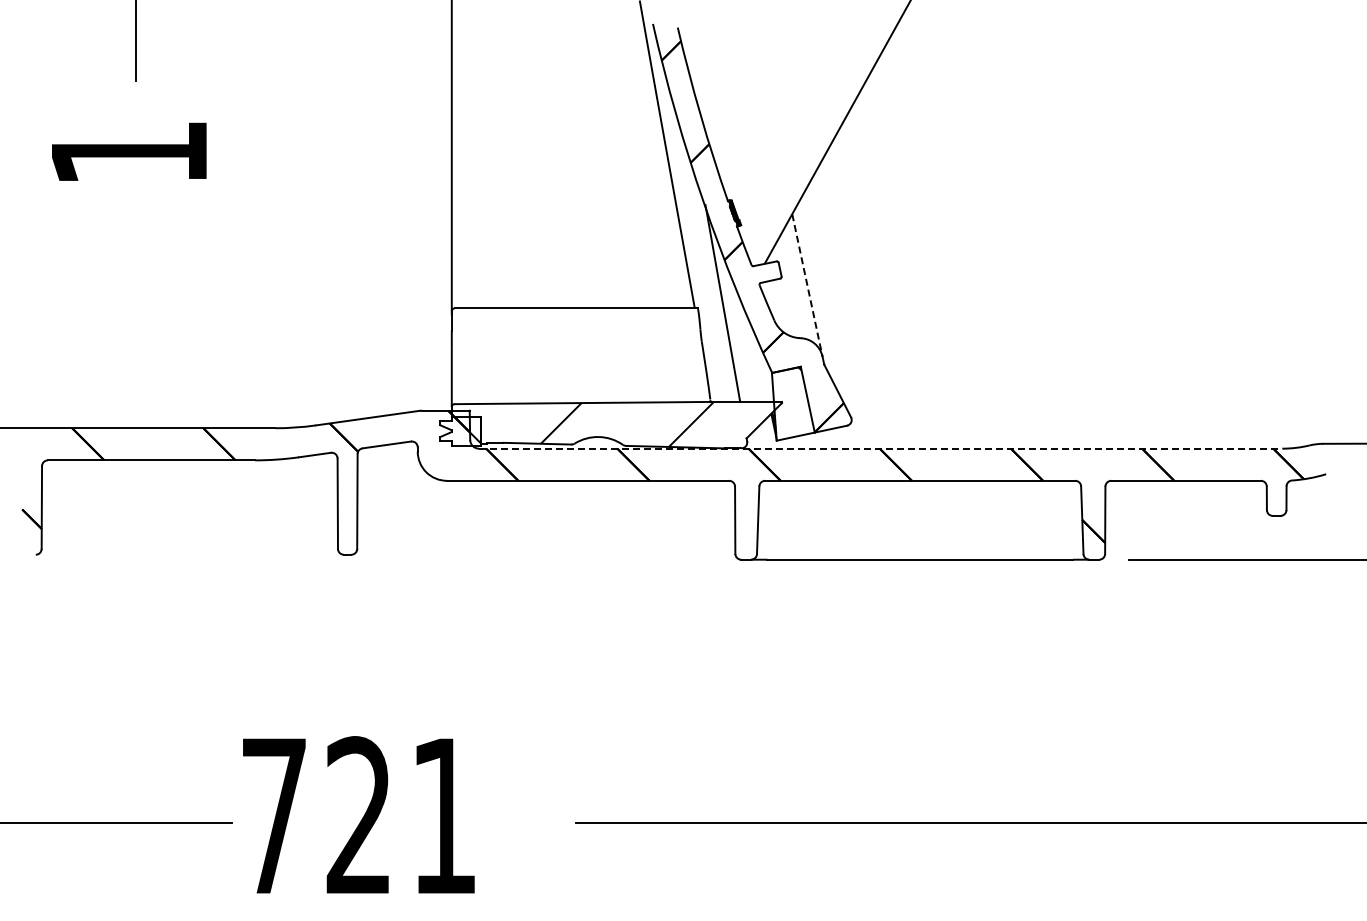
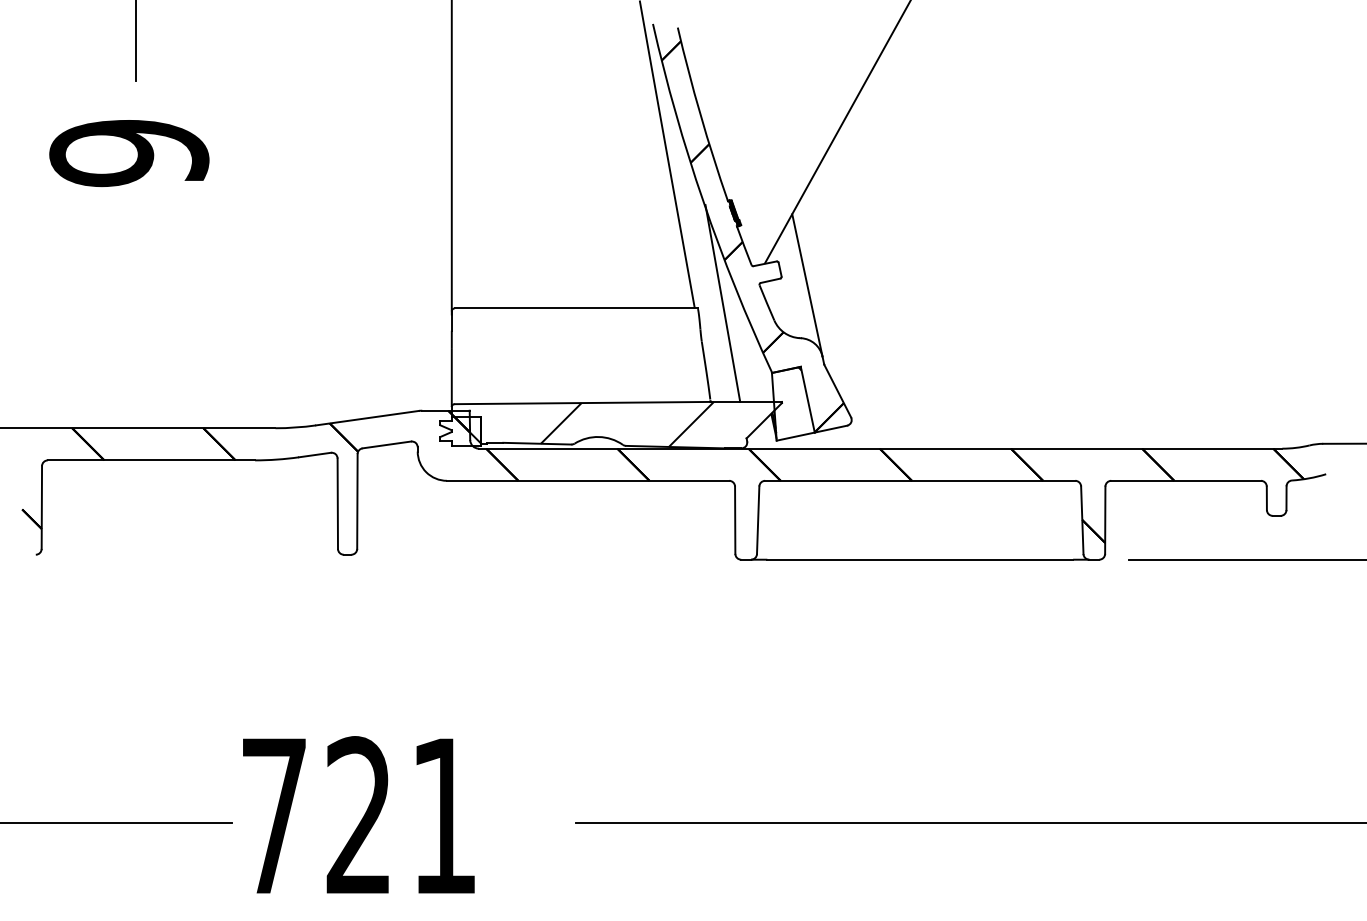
text at (129, 153): 1 -> 9
line at (807, 285): dashed -> solid
line at (880, 448): dashed -> solid
